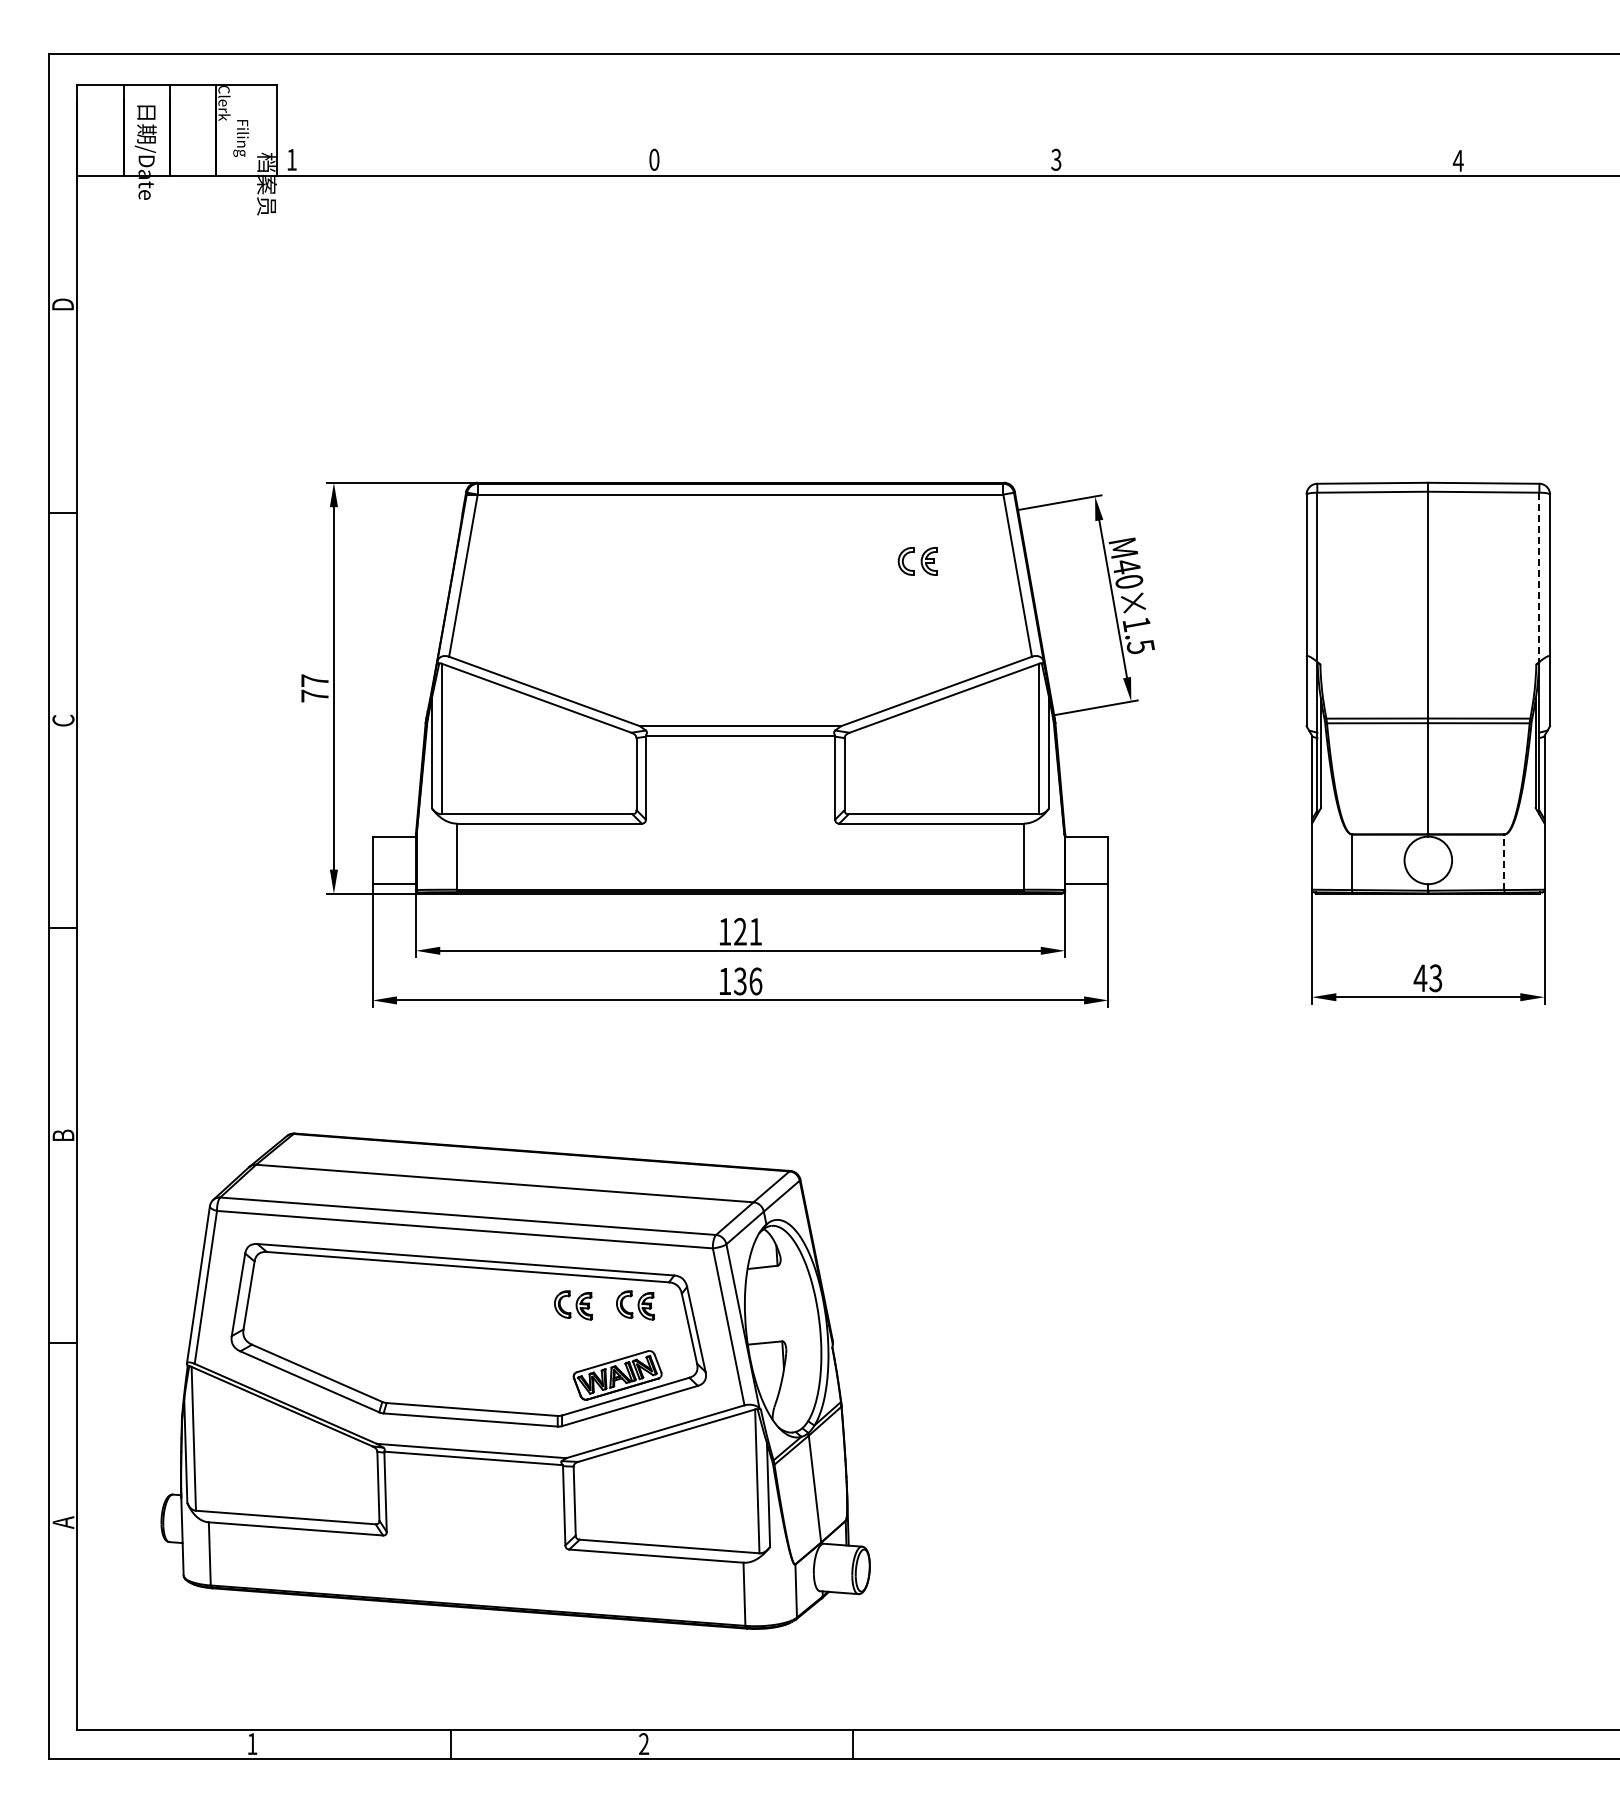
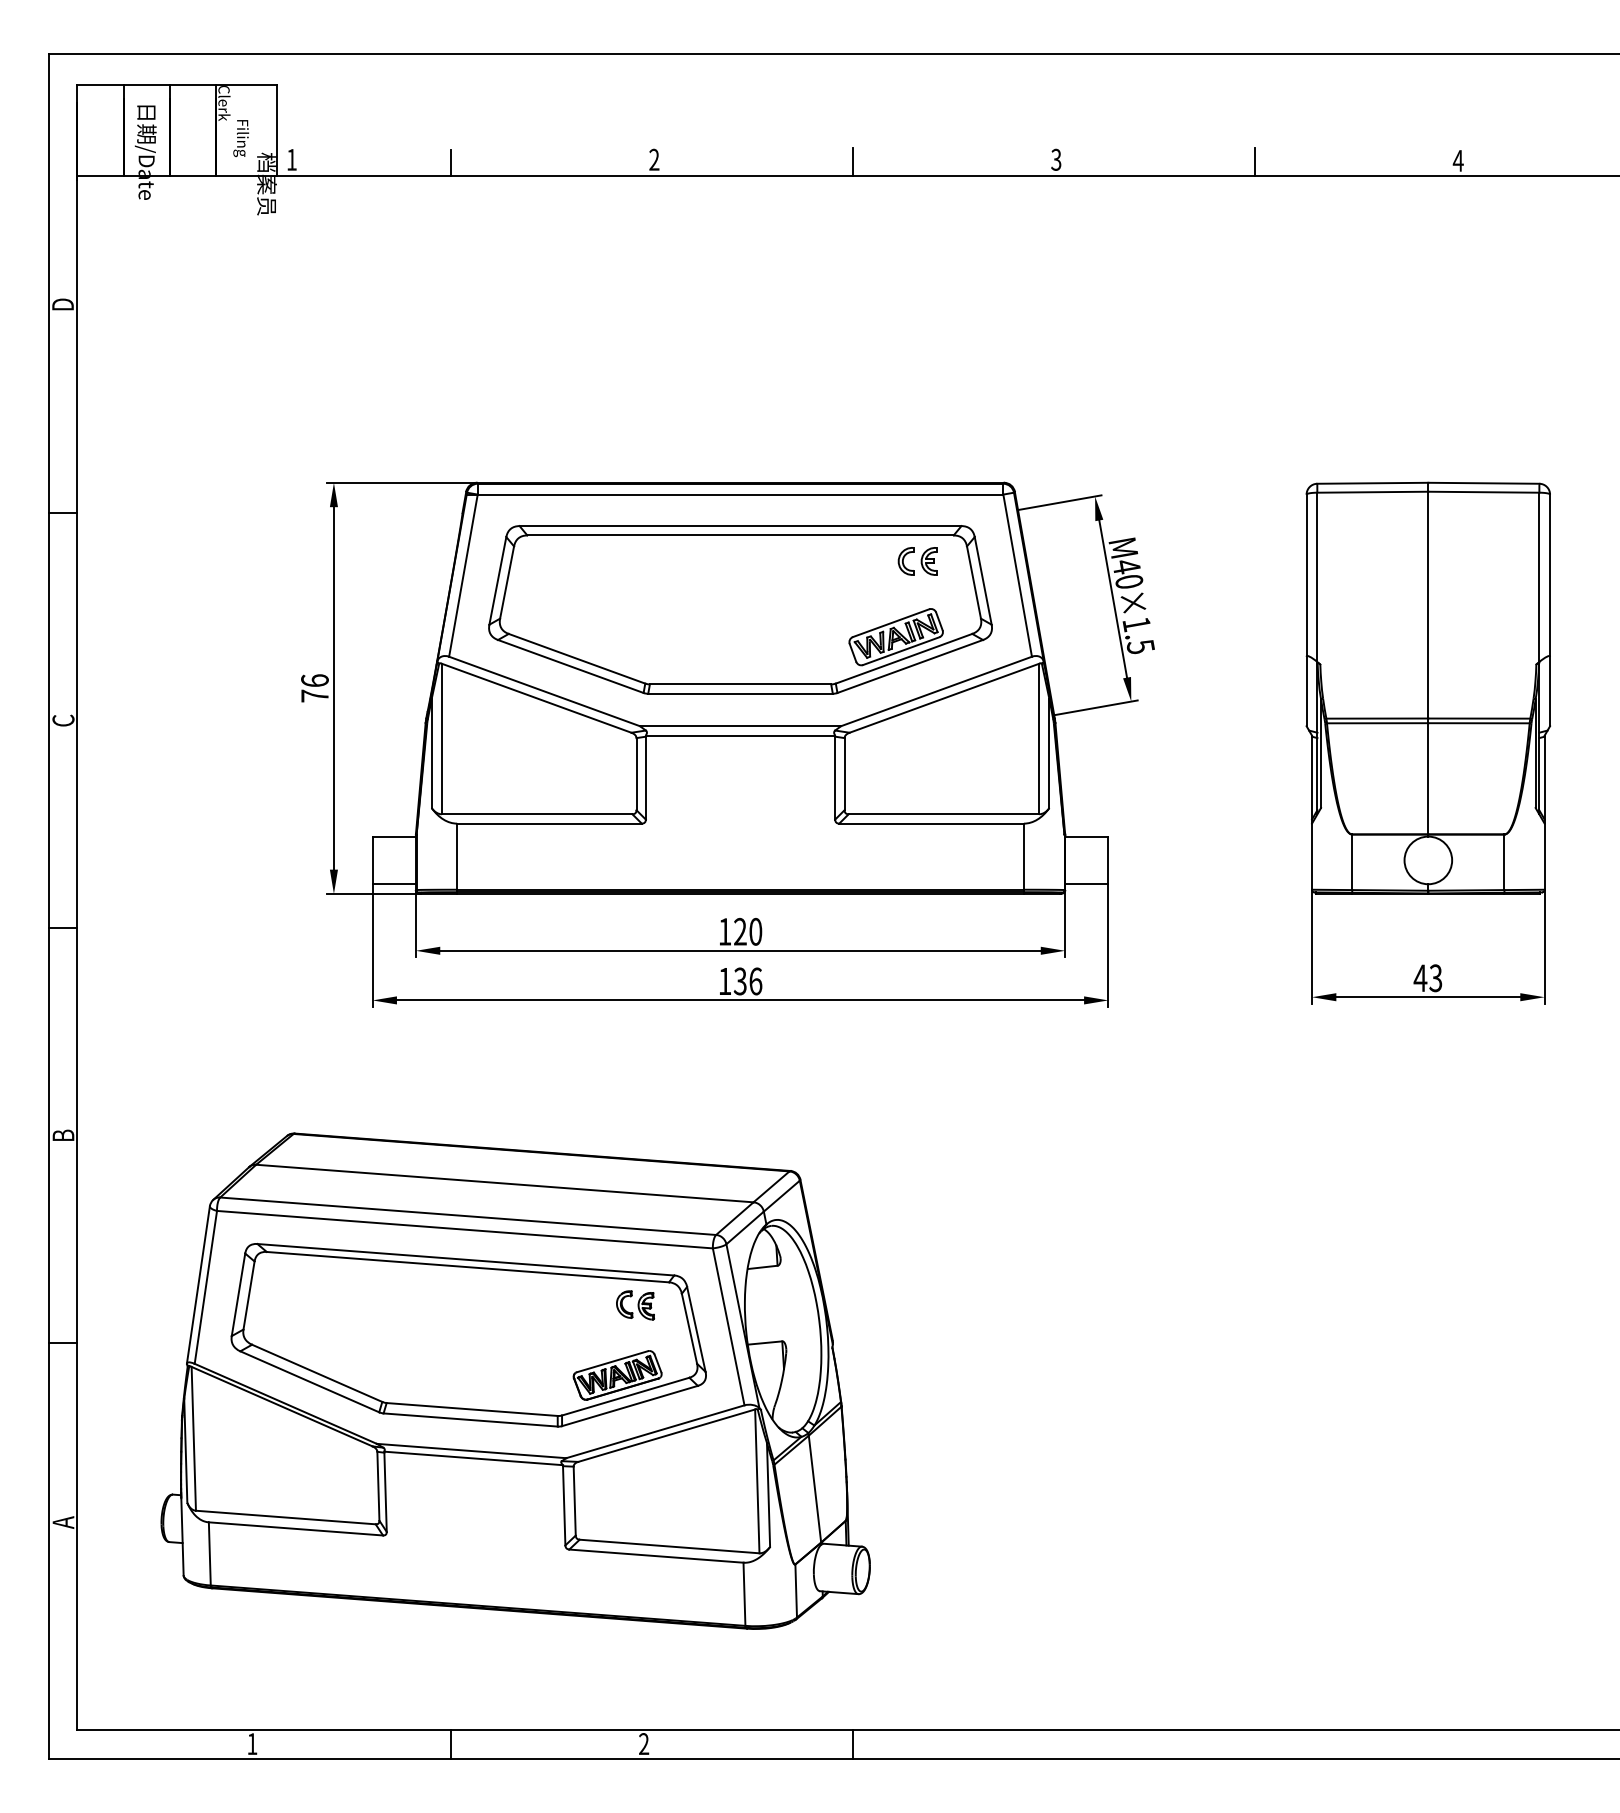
text at (654, 159): 0 -> 2
line at (852, 161): none -> present
line at (1254, 161): none -> present
line at (450, 162): none -> present
line at (1539, 577): dashed -> solid
part at (740, 609): none -> present
text at (314, 680): 77 -> 76
line at (1504, 862): dashed -> solid
text at (755, 931): 121 -> 120
part at (573, 1305): present -> none
